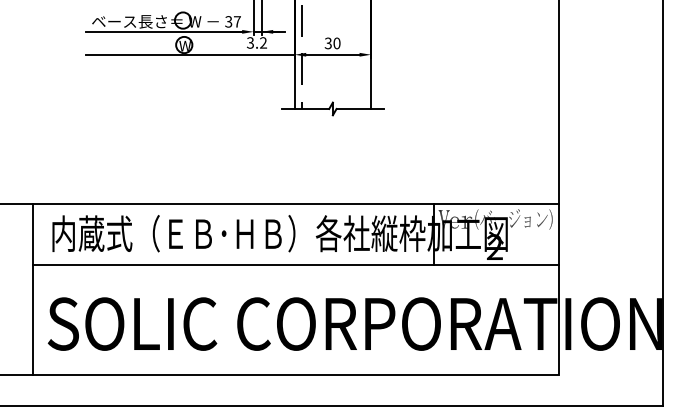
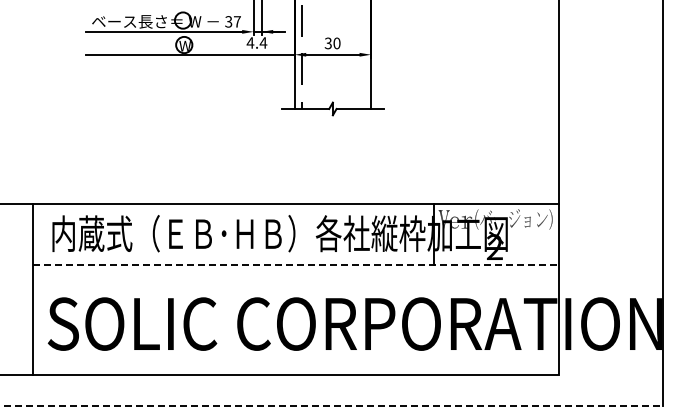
text at (256, 42): 3.2 -> 4.4
line at (296, 265): solid -> dashed
line at (331, 405): solid -> dashed
